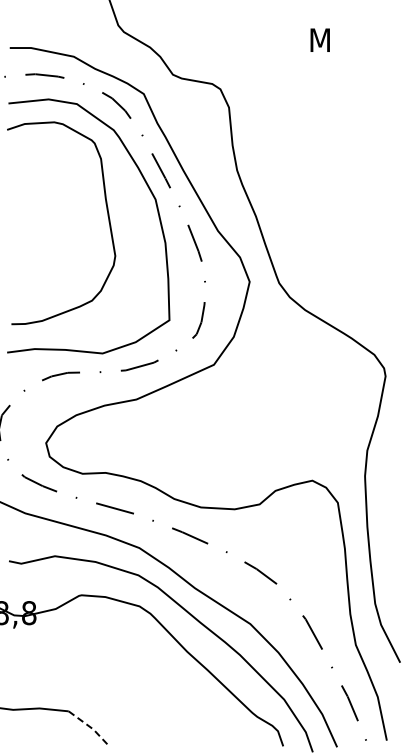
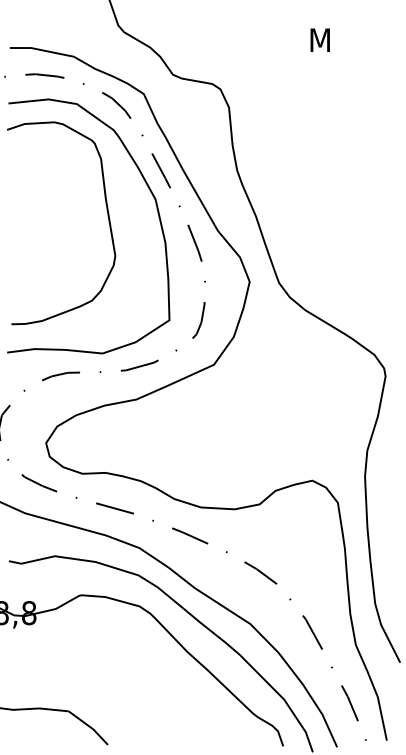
line at (90, 727): dashed -> solid
